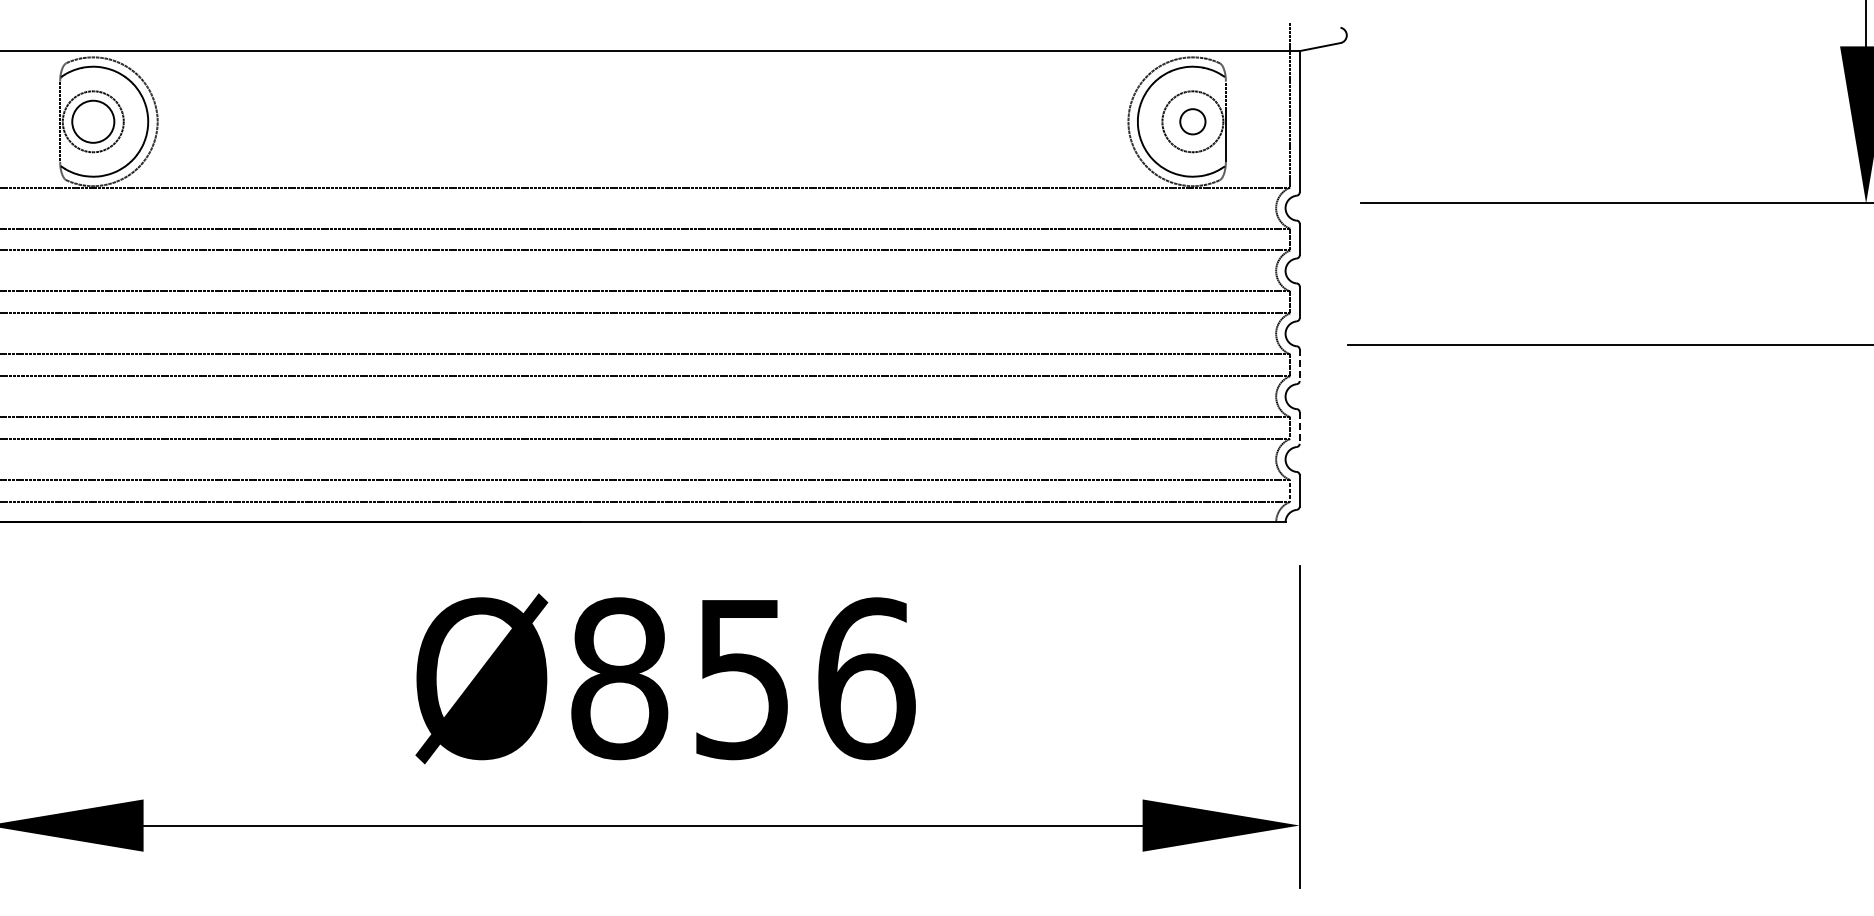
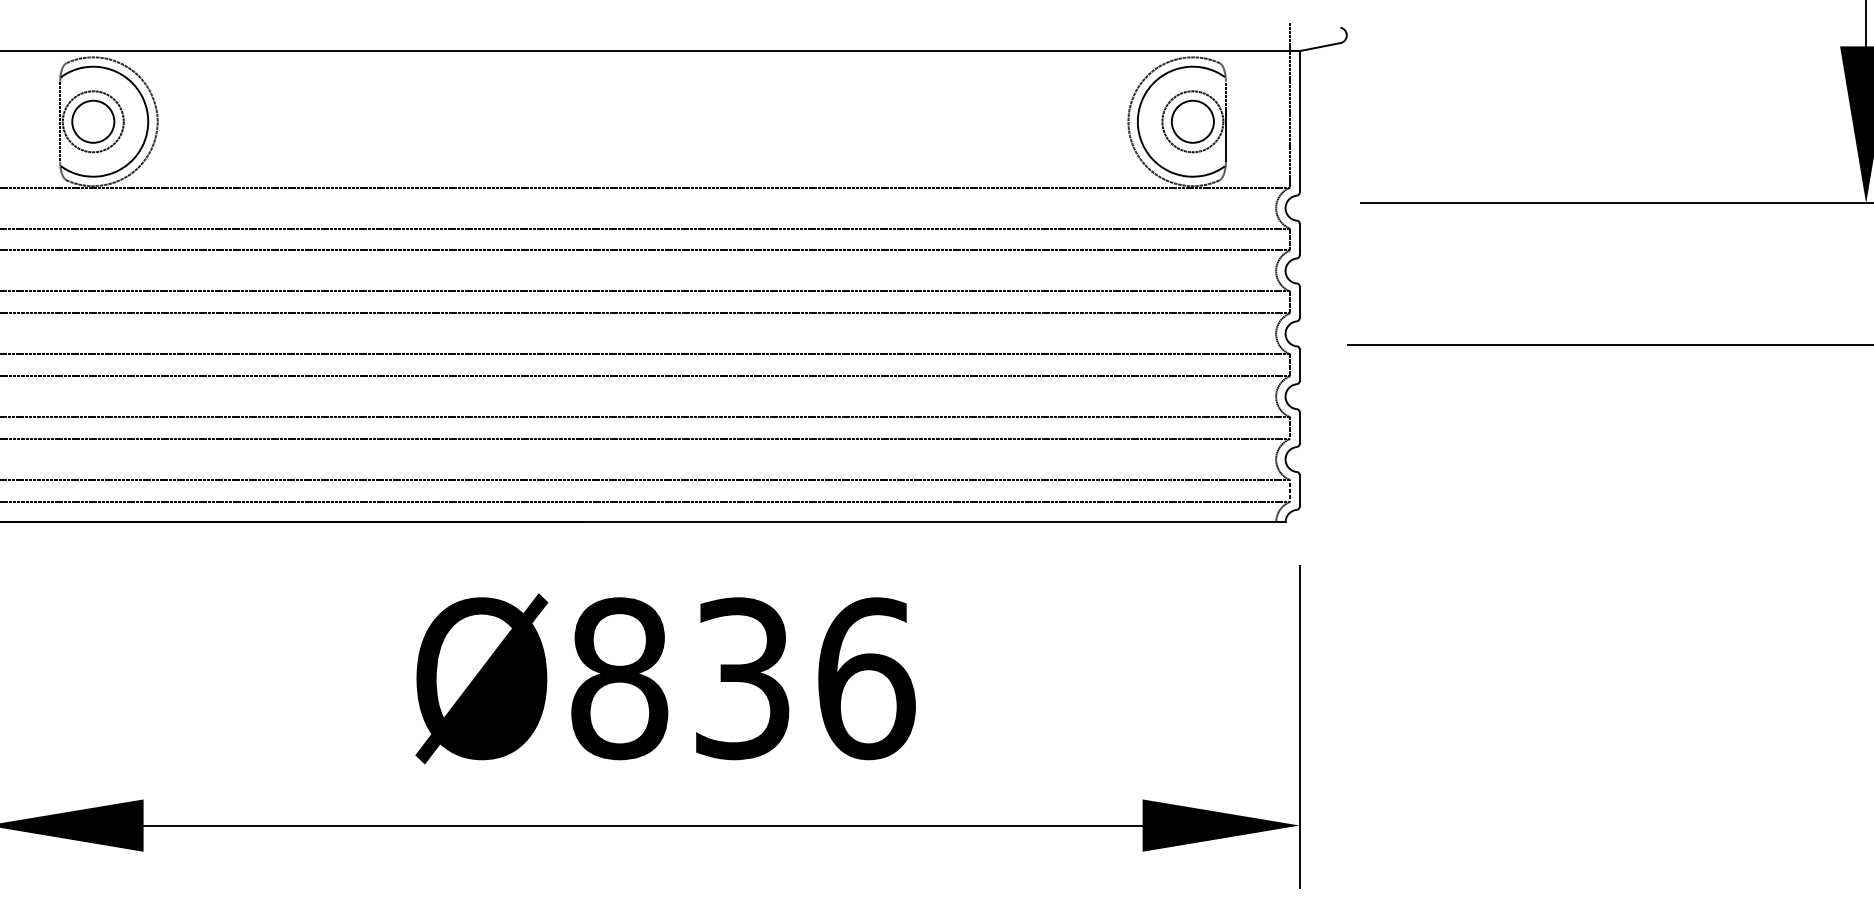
circle at (1192, 121) diameter: 25 px -> 42 px
line at (1299, 365): dashed -> solid
line at (1299, 428): dashed -> solid
text at (742, 678): Ø856 -> Ø836
